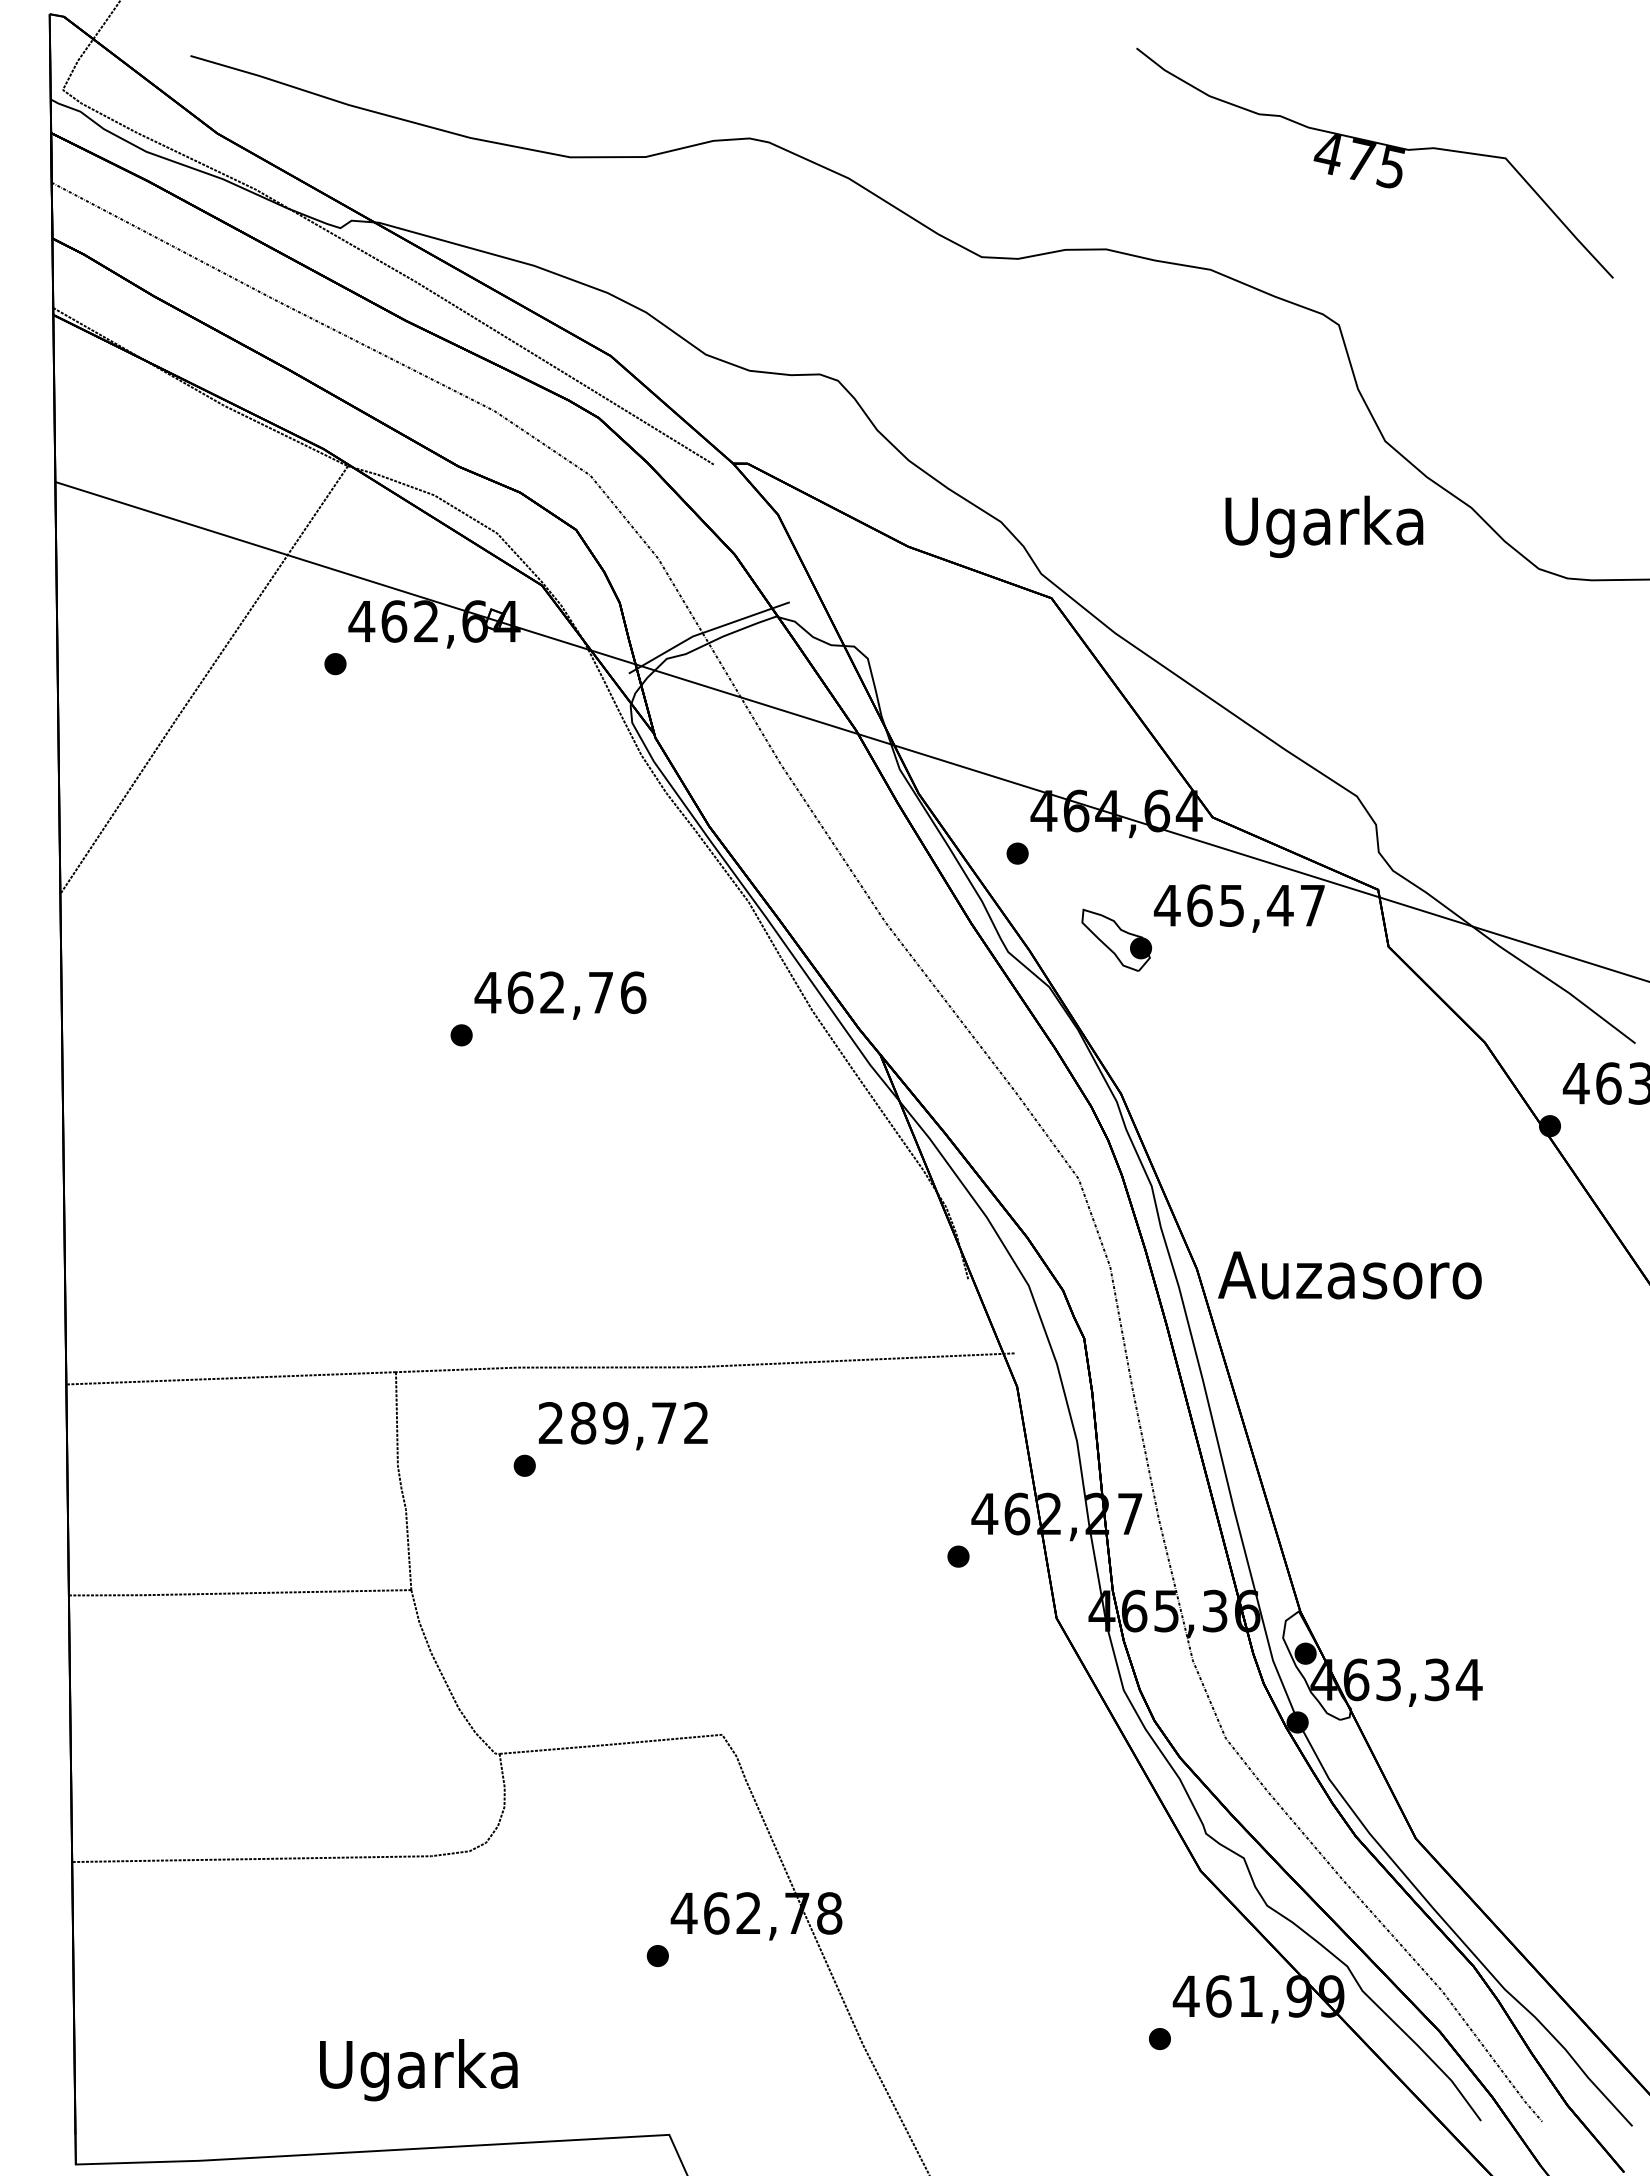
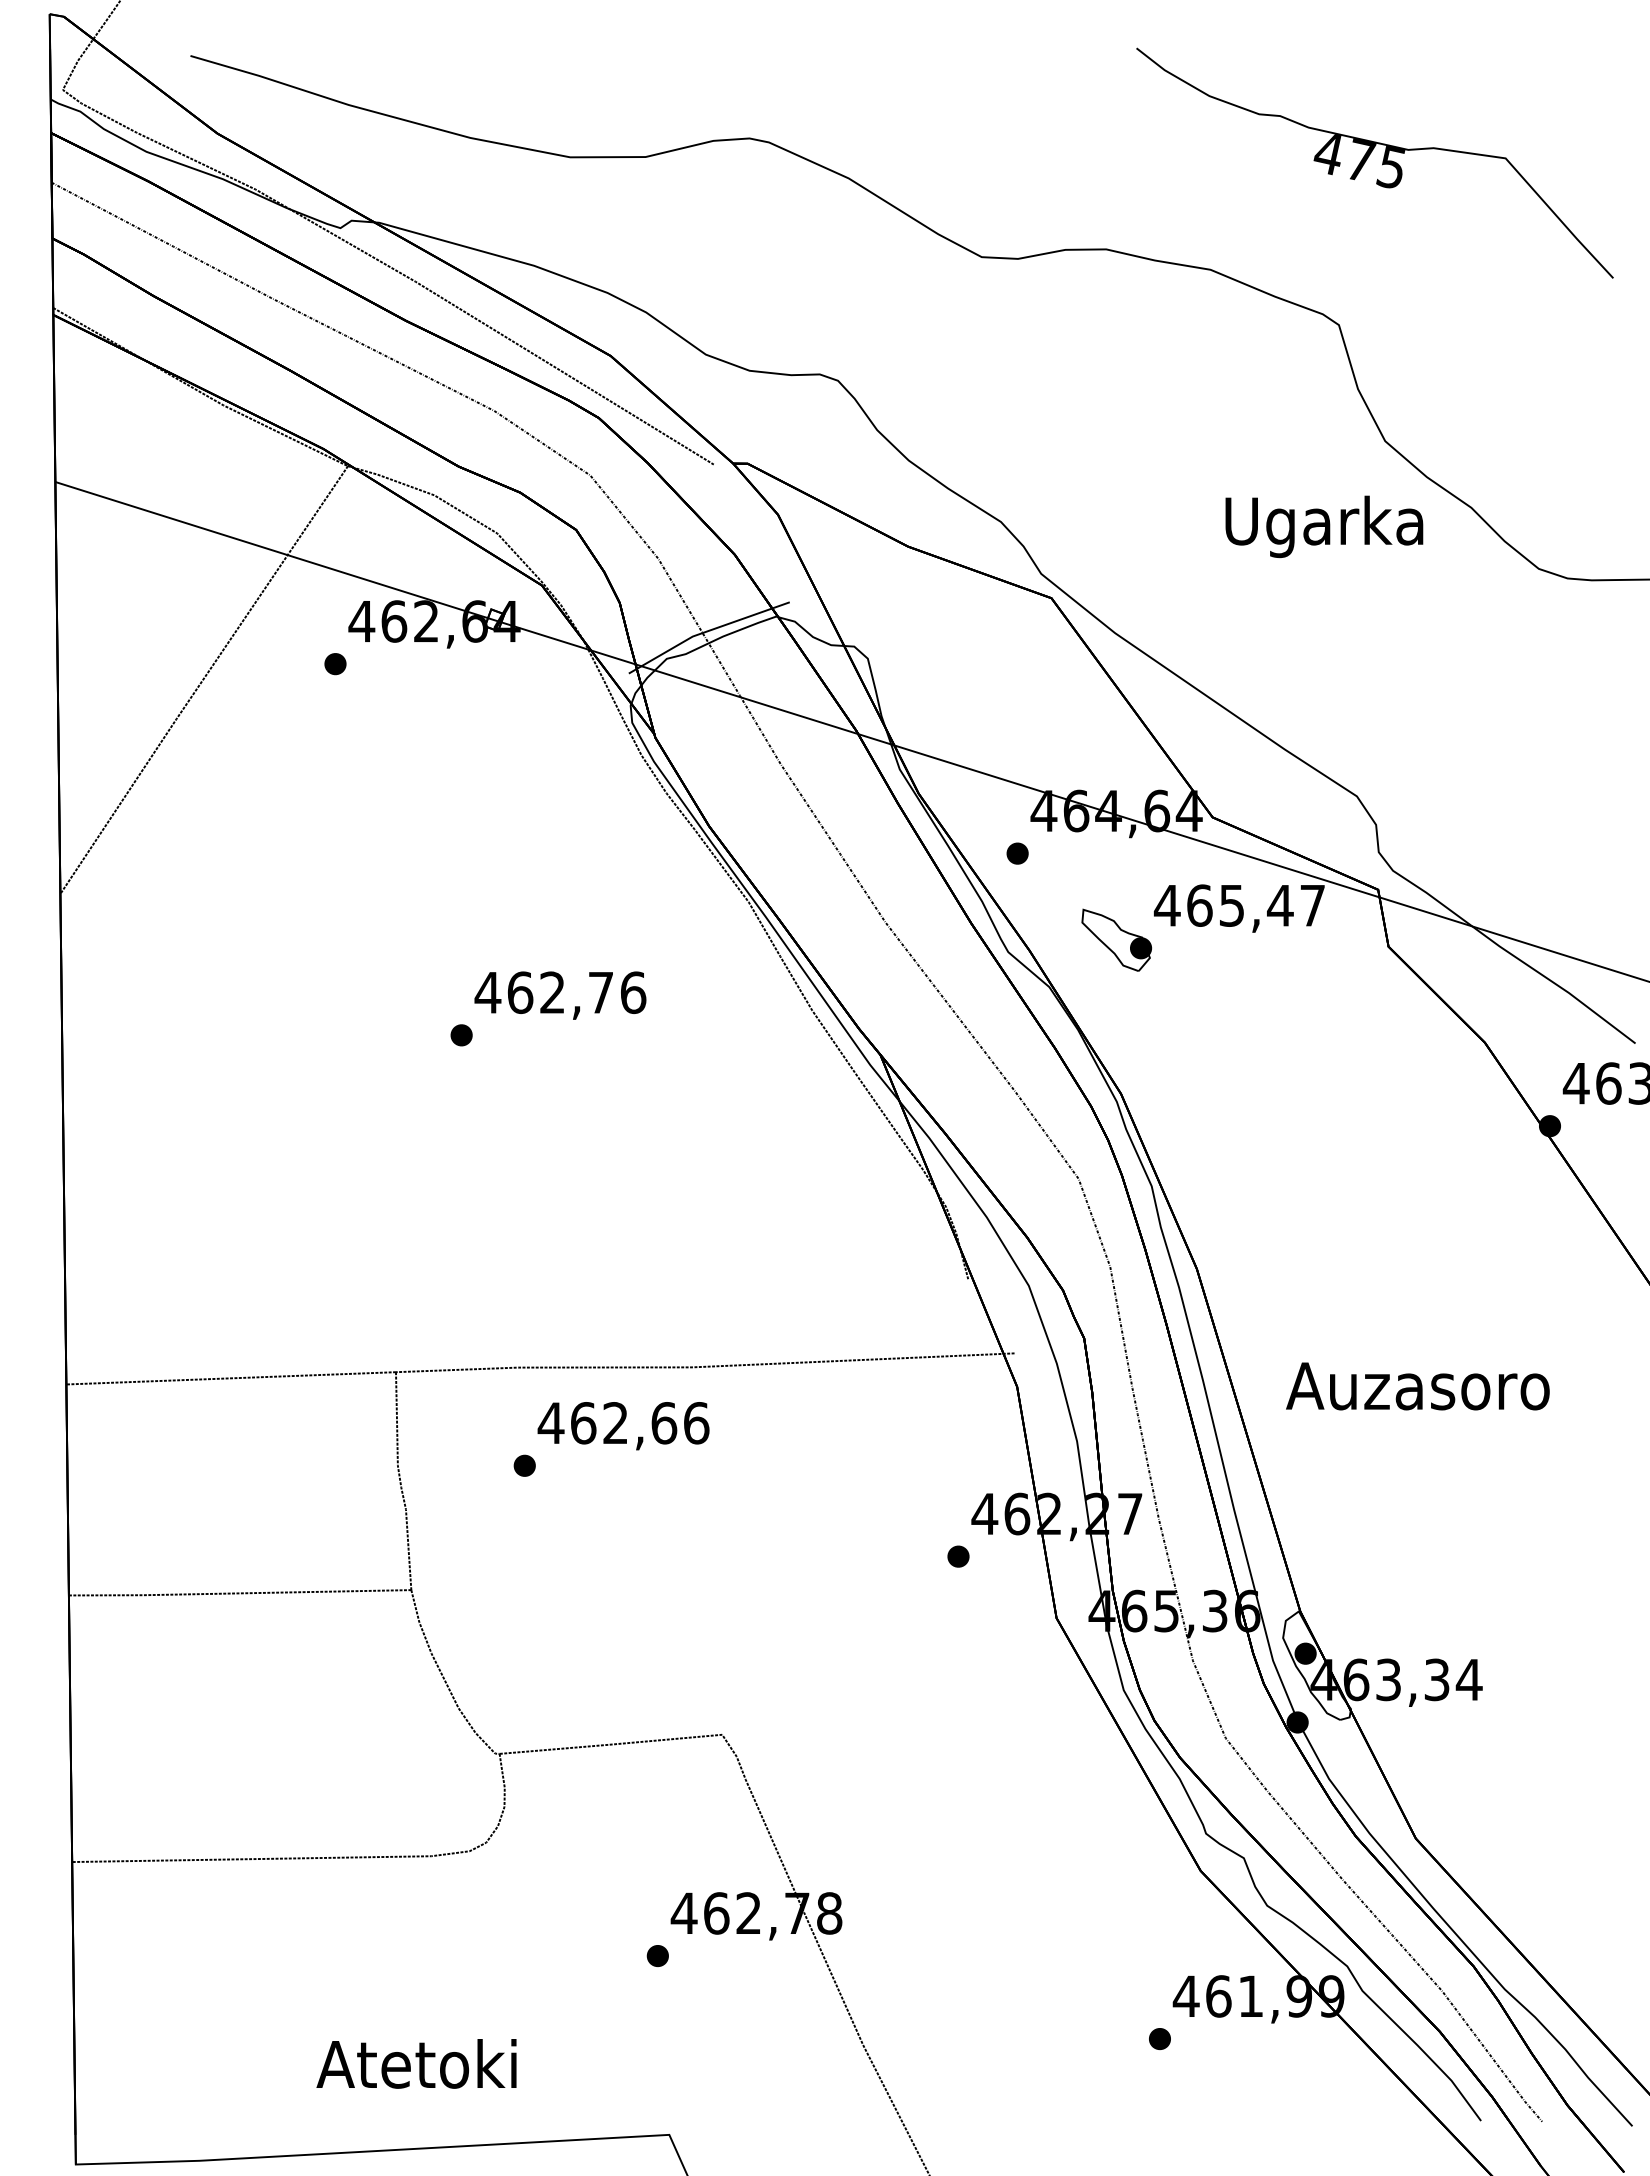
text at (1349, 1275) position: (1349, 1275) -> (1417, 1386)
text at (623, 1423): 289,72 -> 462,66
text at (416, 2070): Ugarka -> Atetoki
